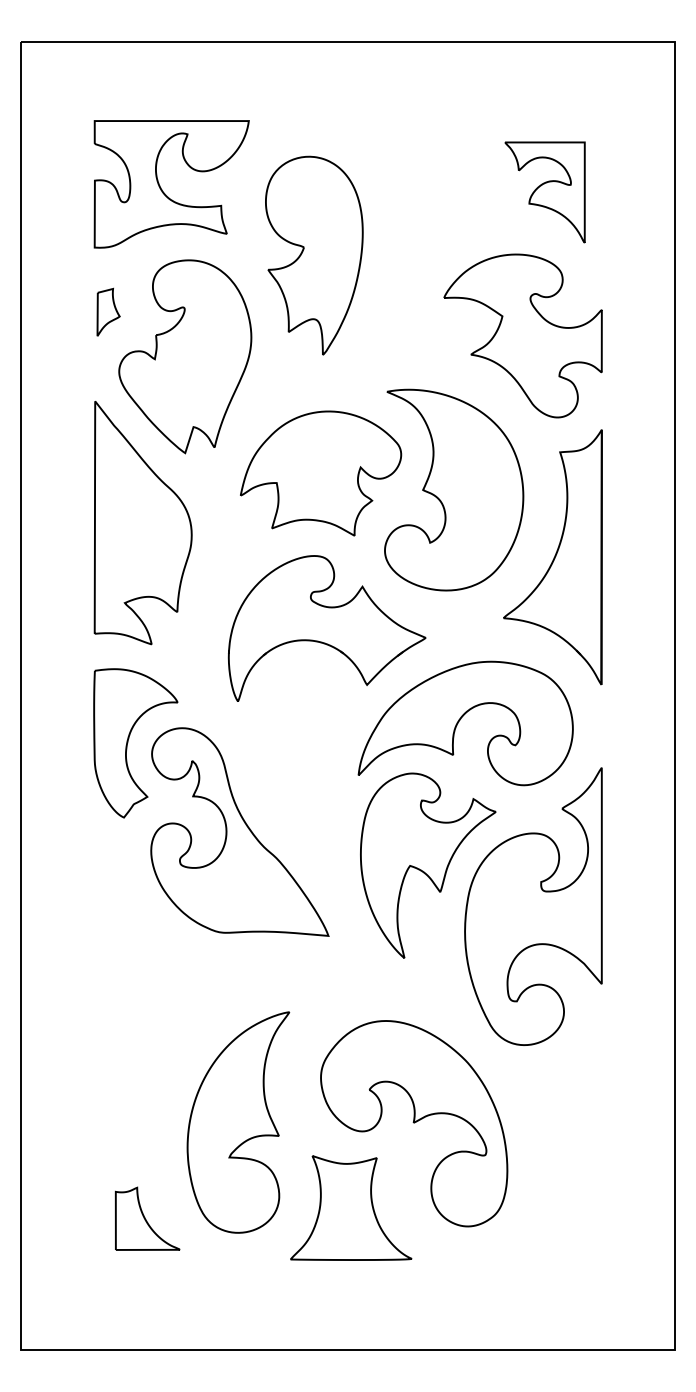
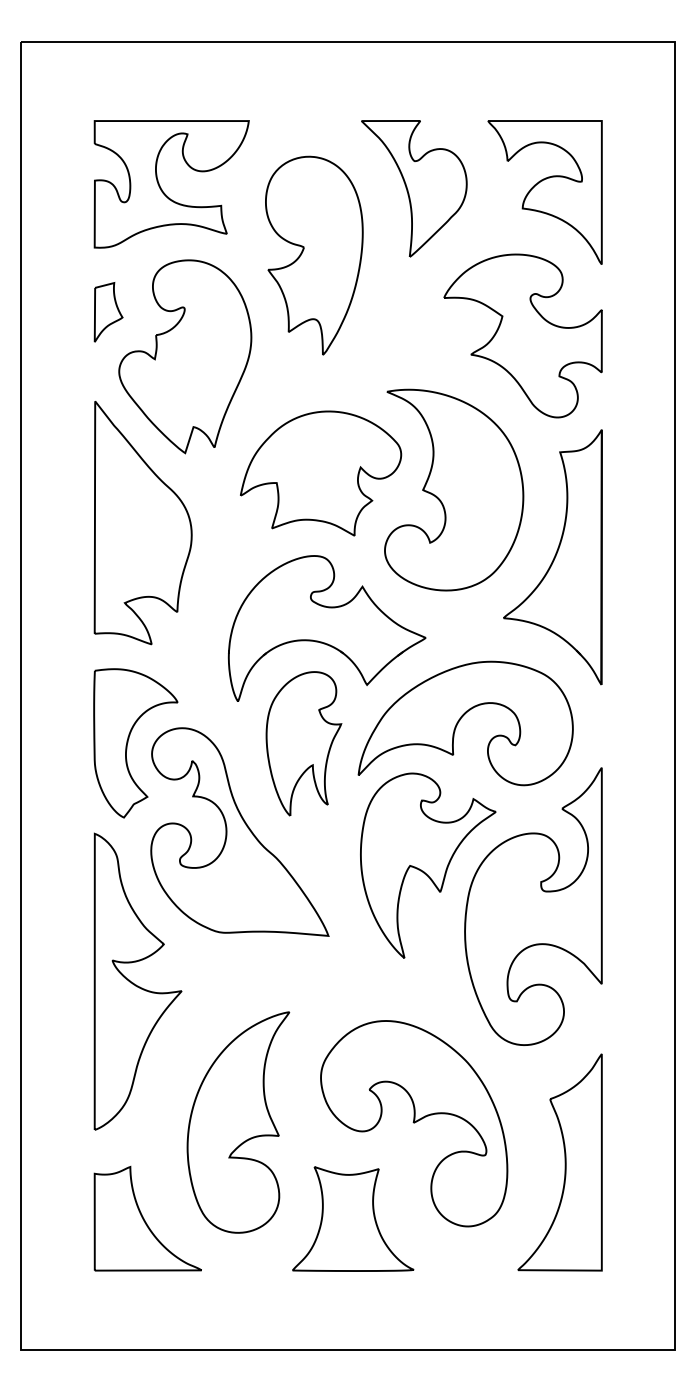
part at (414, 188): none -> present
part at (544, 192) size: 82x103 px -> 116x145 px
part at (108, 311) size: 25x50 px -> 31x61 px
part at (303, 743): none -> present
part at (137, 981): none -> present
part at (559, 1162): none -> present
part at (351, 1207) position: (351, 1207) -> (353, 1218)
part at (147, 1218) size: 66x65 px -> 109x106 px
